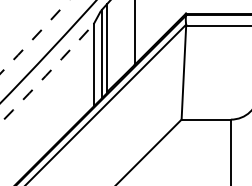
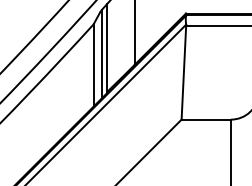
arc at (34, 37): dashed -> solid
arc at (47, 73): dashed -> solid
